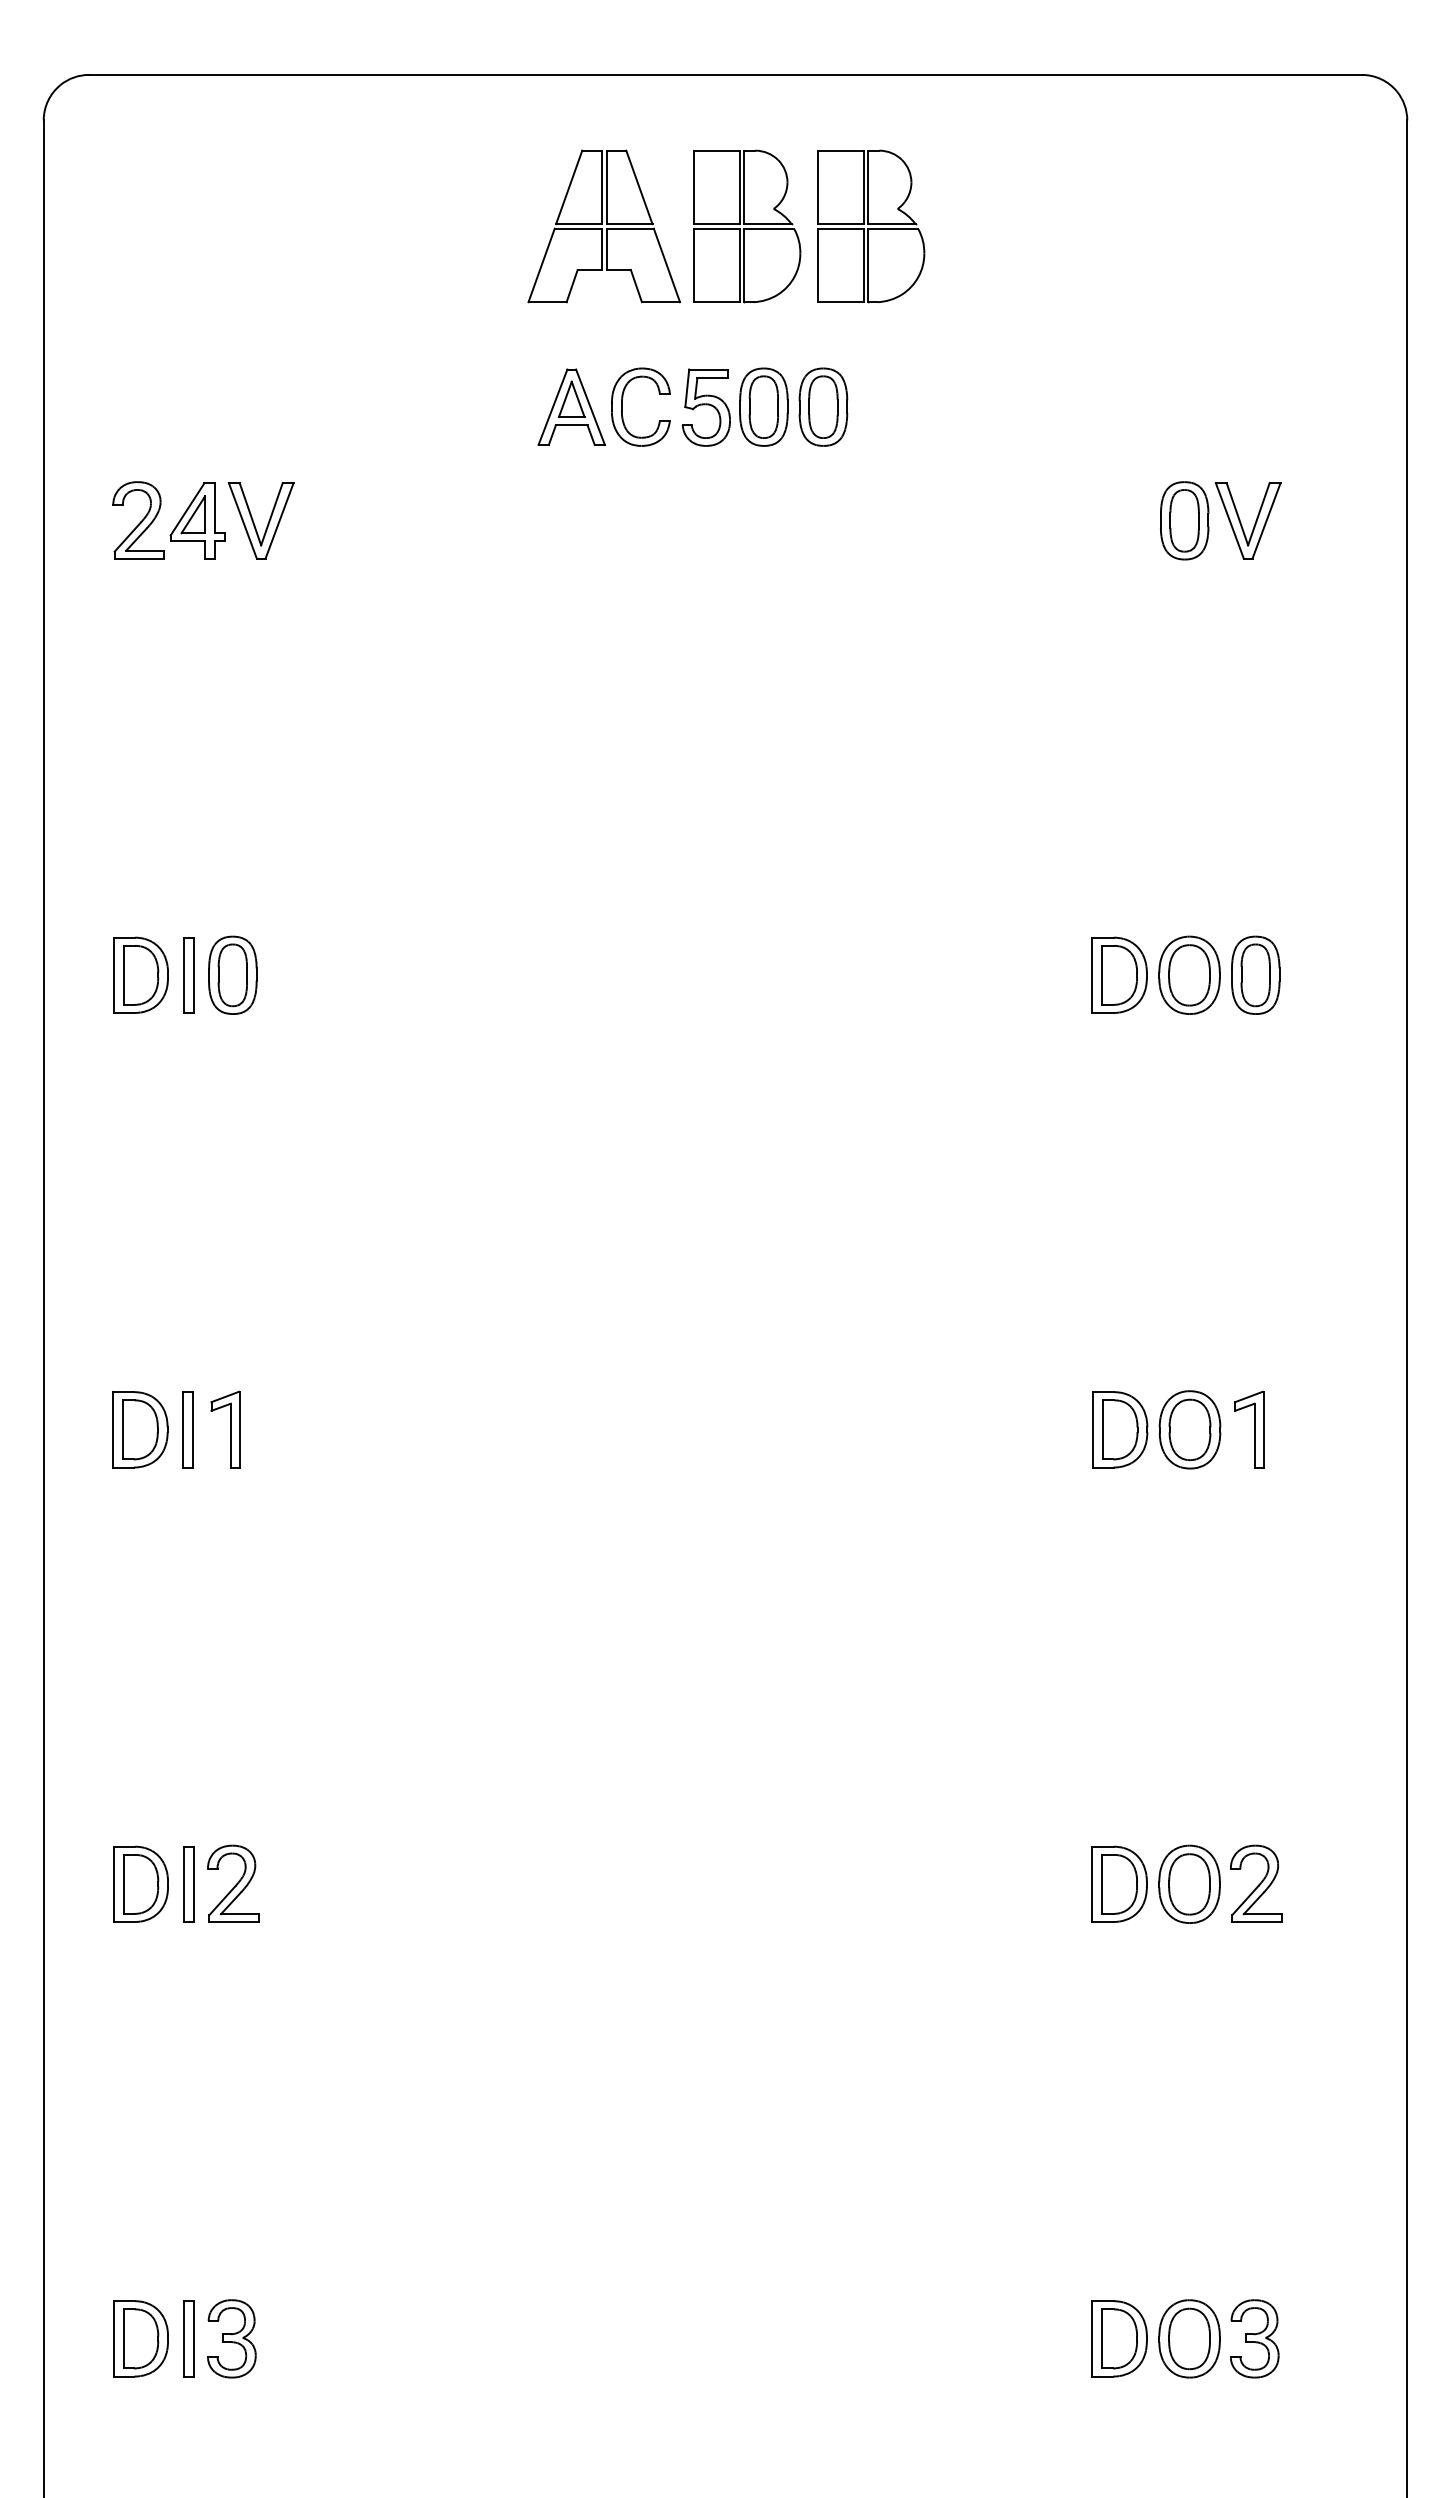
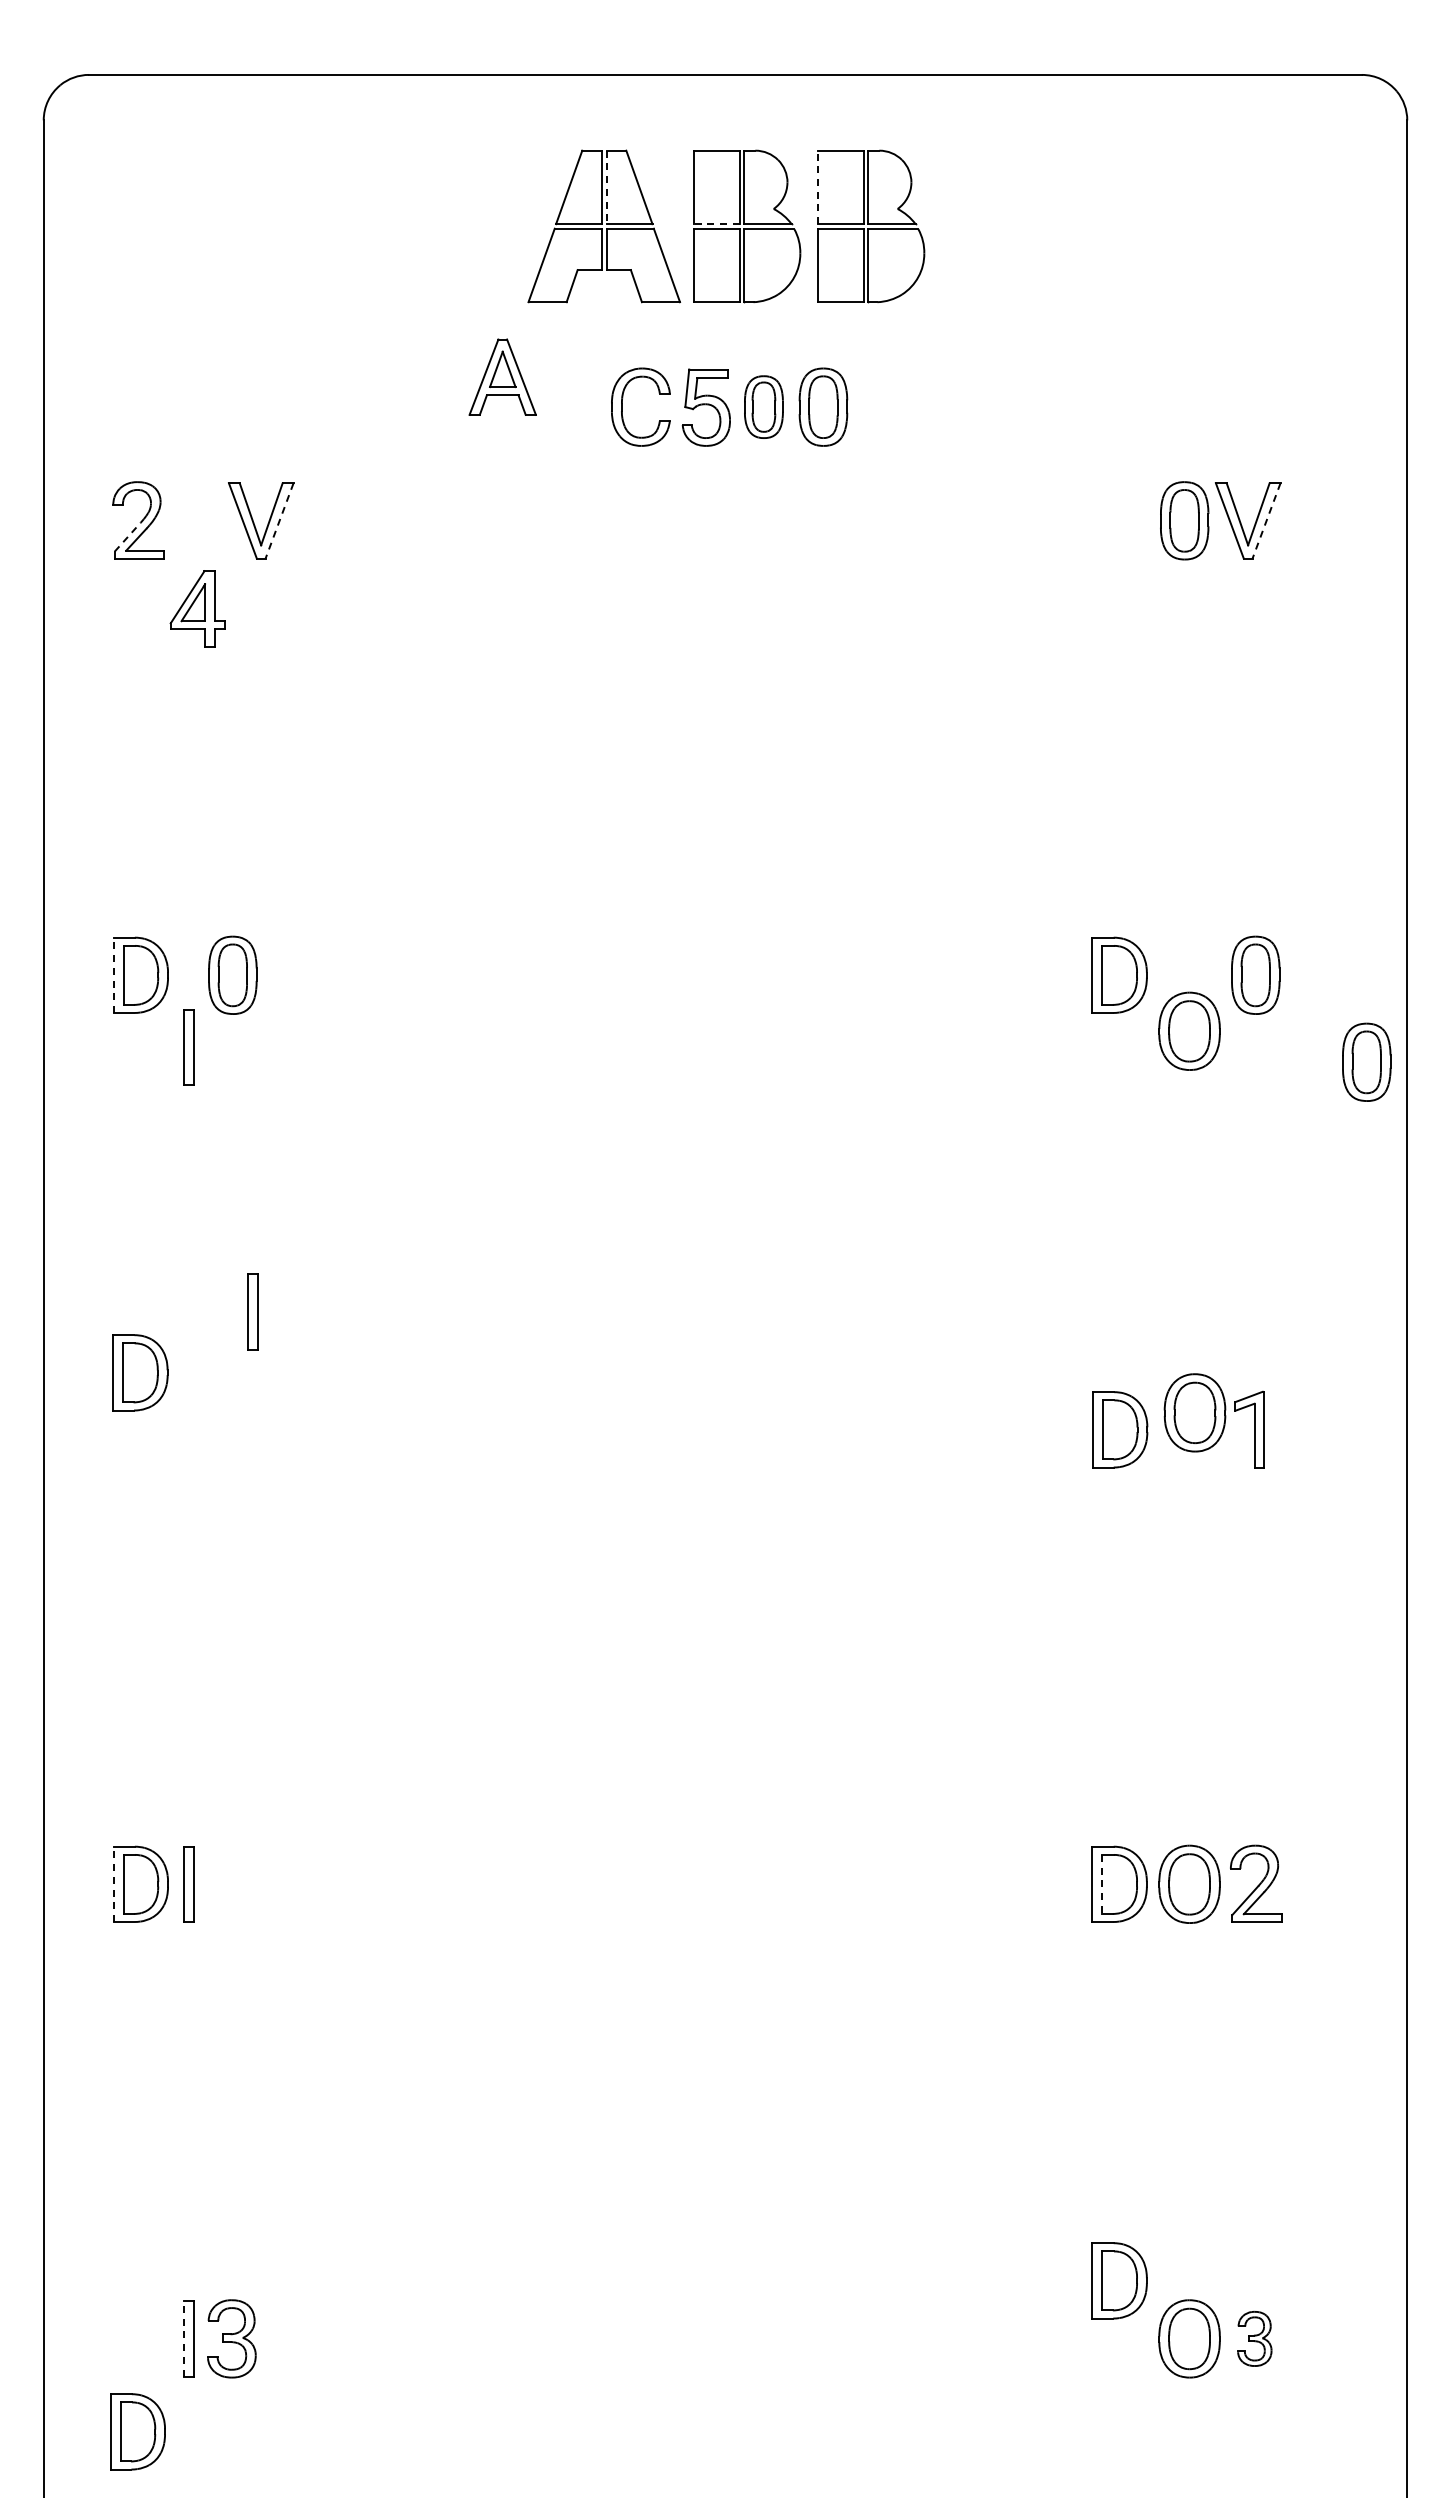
line at (606, 187): solid -> dashed
line at (817, 187): solid -> dashed
line at (716, 224): solid -> dashed
part at (571, 406) position: (571, 406) -> (502, 376)
part at (763, 406) size: 50x80 px -> 40x64 px
part at (197, 520) position: (197, 520) -> (197, 608)
line at (279, 521): solid -> dashed
line at (1266, 521): solid -> dashed
line at (128, 536): solid -> dashed
part at (1189, 974) position: (1189, 974) -> (1189, 1030)
line at (113, 975): solid -> dashed
part at (188, 975) position: (188, 975) -> (188, 1047)
part at (1366, 1061): none -> present
part at (140, 1429) position: (140, 1429) -> (140, 1372)
part at (187, 1429) position: (187, 1429) -> (252, 1311)
part at (225, 1429): present -> none
part at (1189, 1429) position: (1189, 1429) -> (1194, 1412)
part at (233, 1883): present -> none
line at (113, 1884): solid -> dashed
line at (1102, 1884): solid -> dashed
part at (140, 2338) position: (140, 2338) -> (137, 2431)
line at (183, 2338): solid -> dashed
part at (1119, 2338) position: (1119, 2338) -> (1119, 2280)
part at (1254, 2338) size: 50x80 px -> 36x56 px
